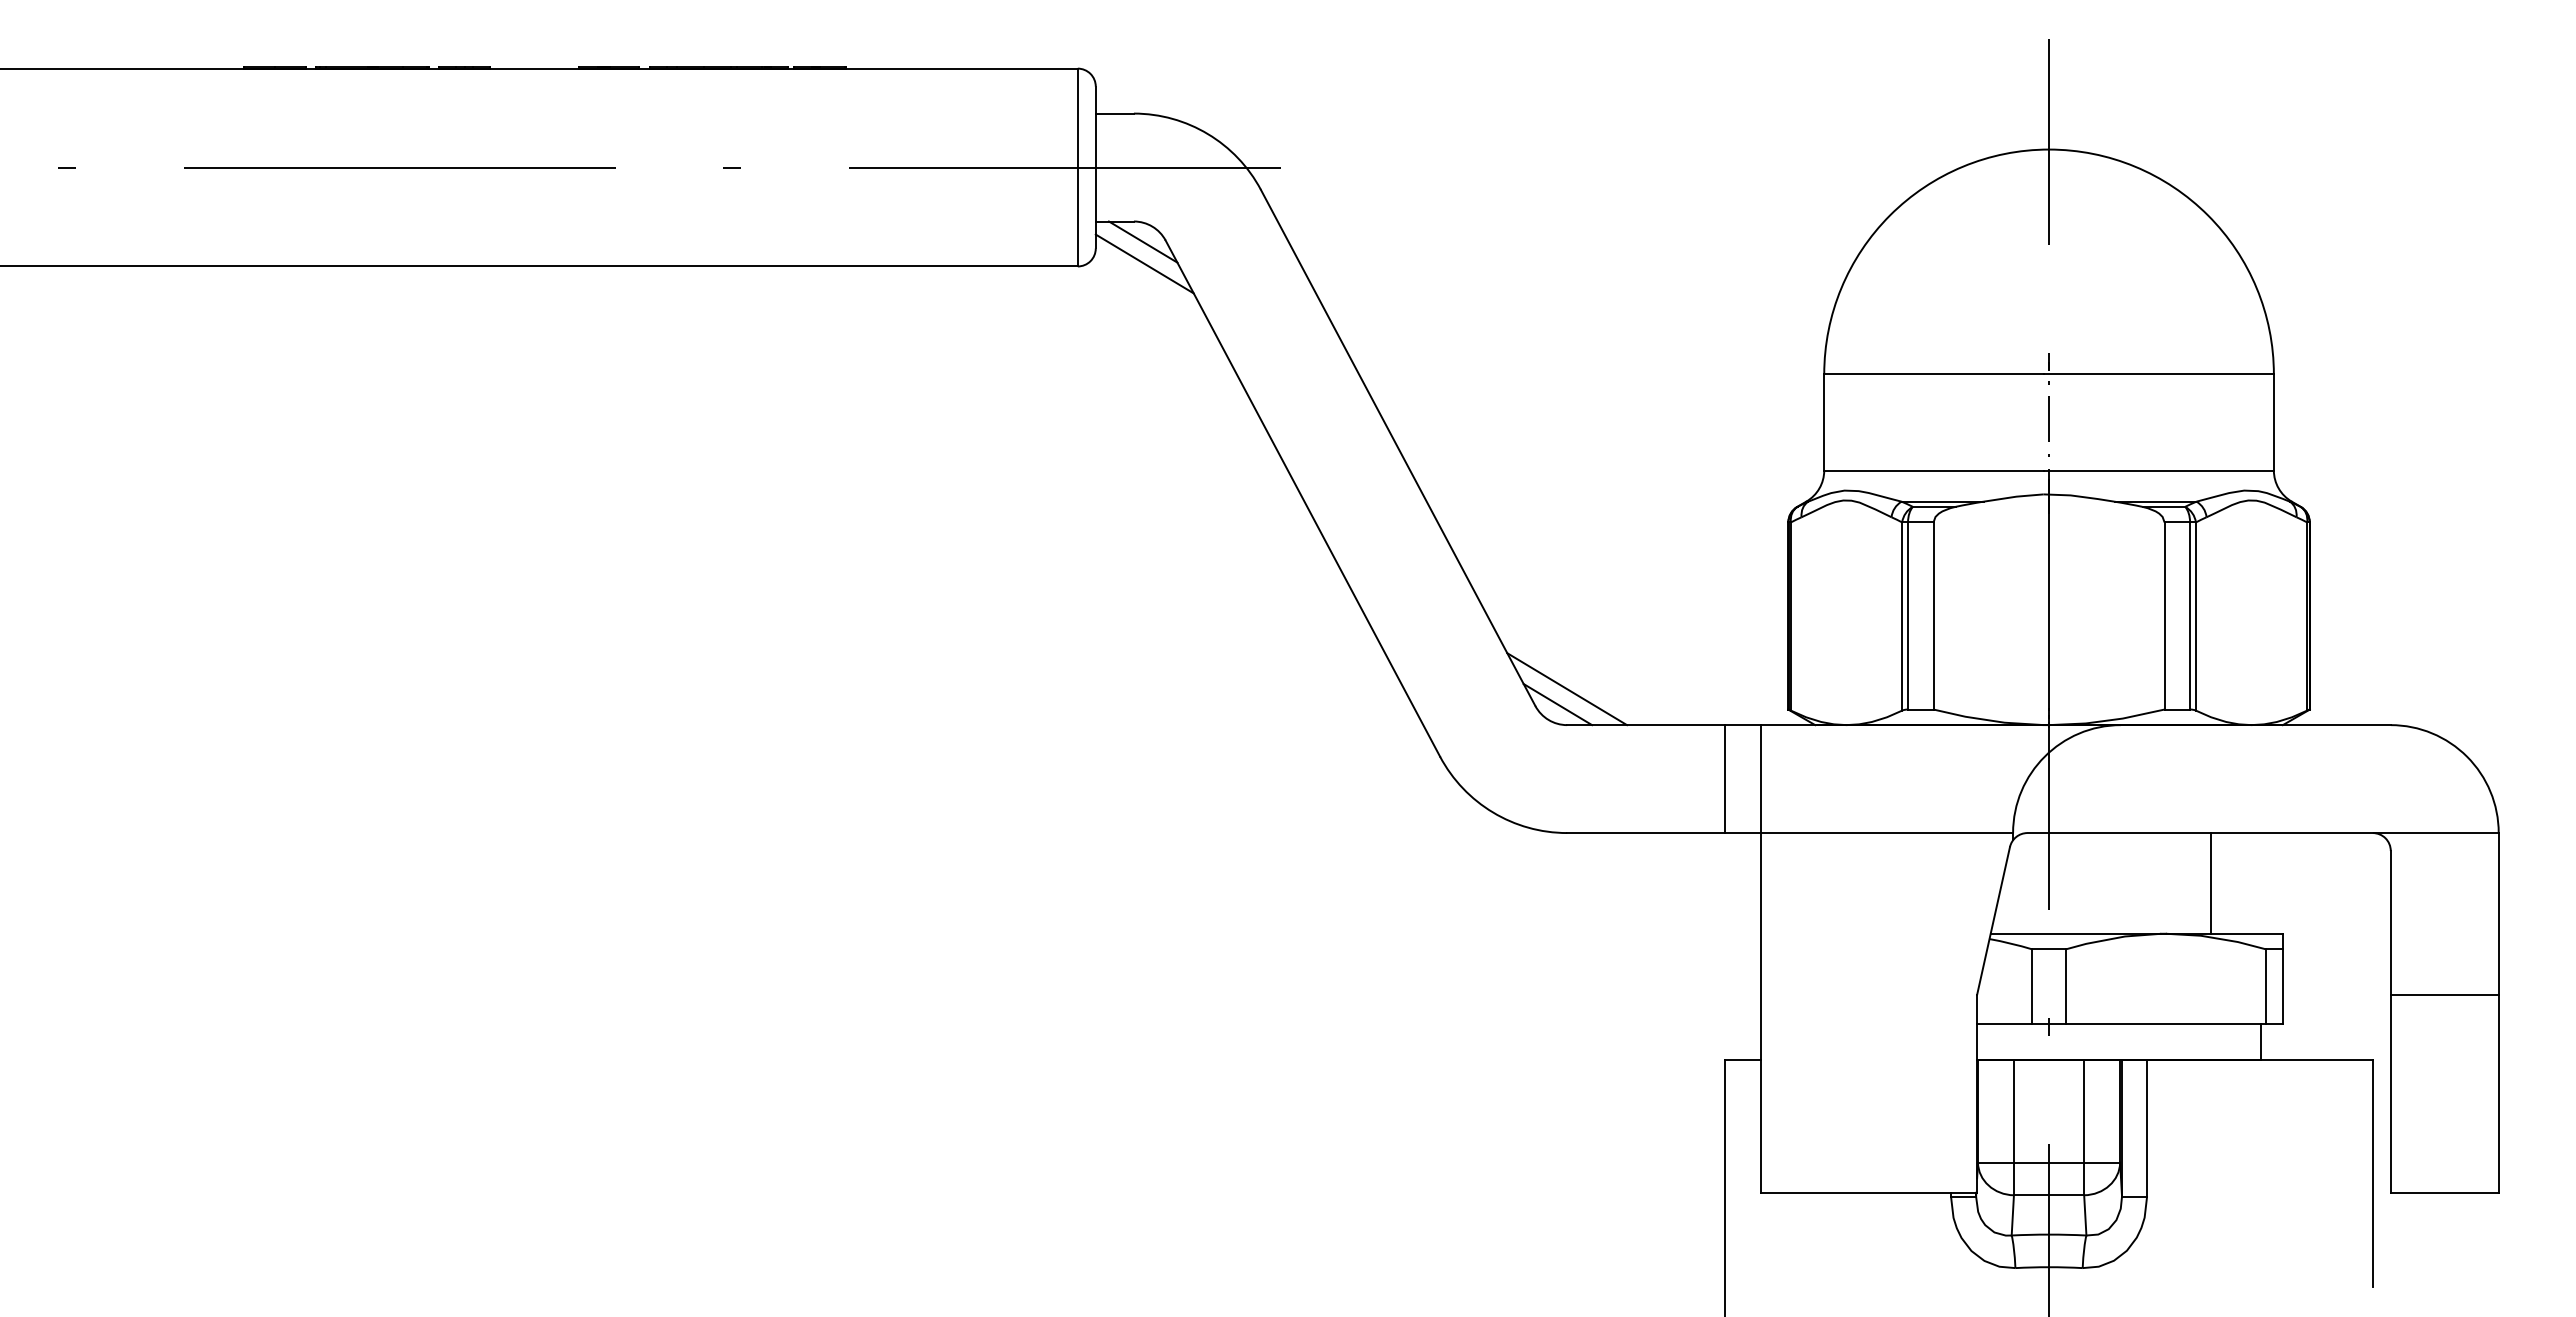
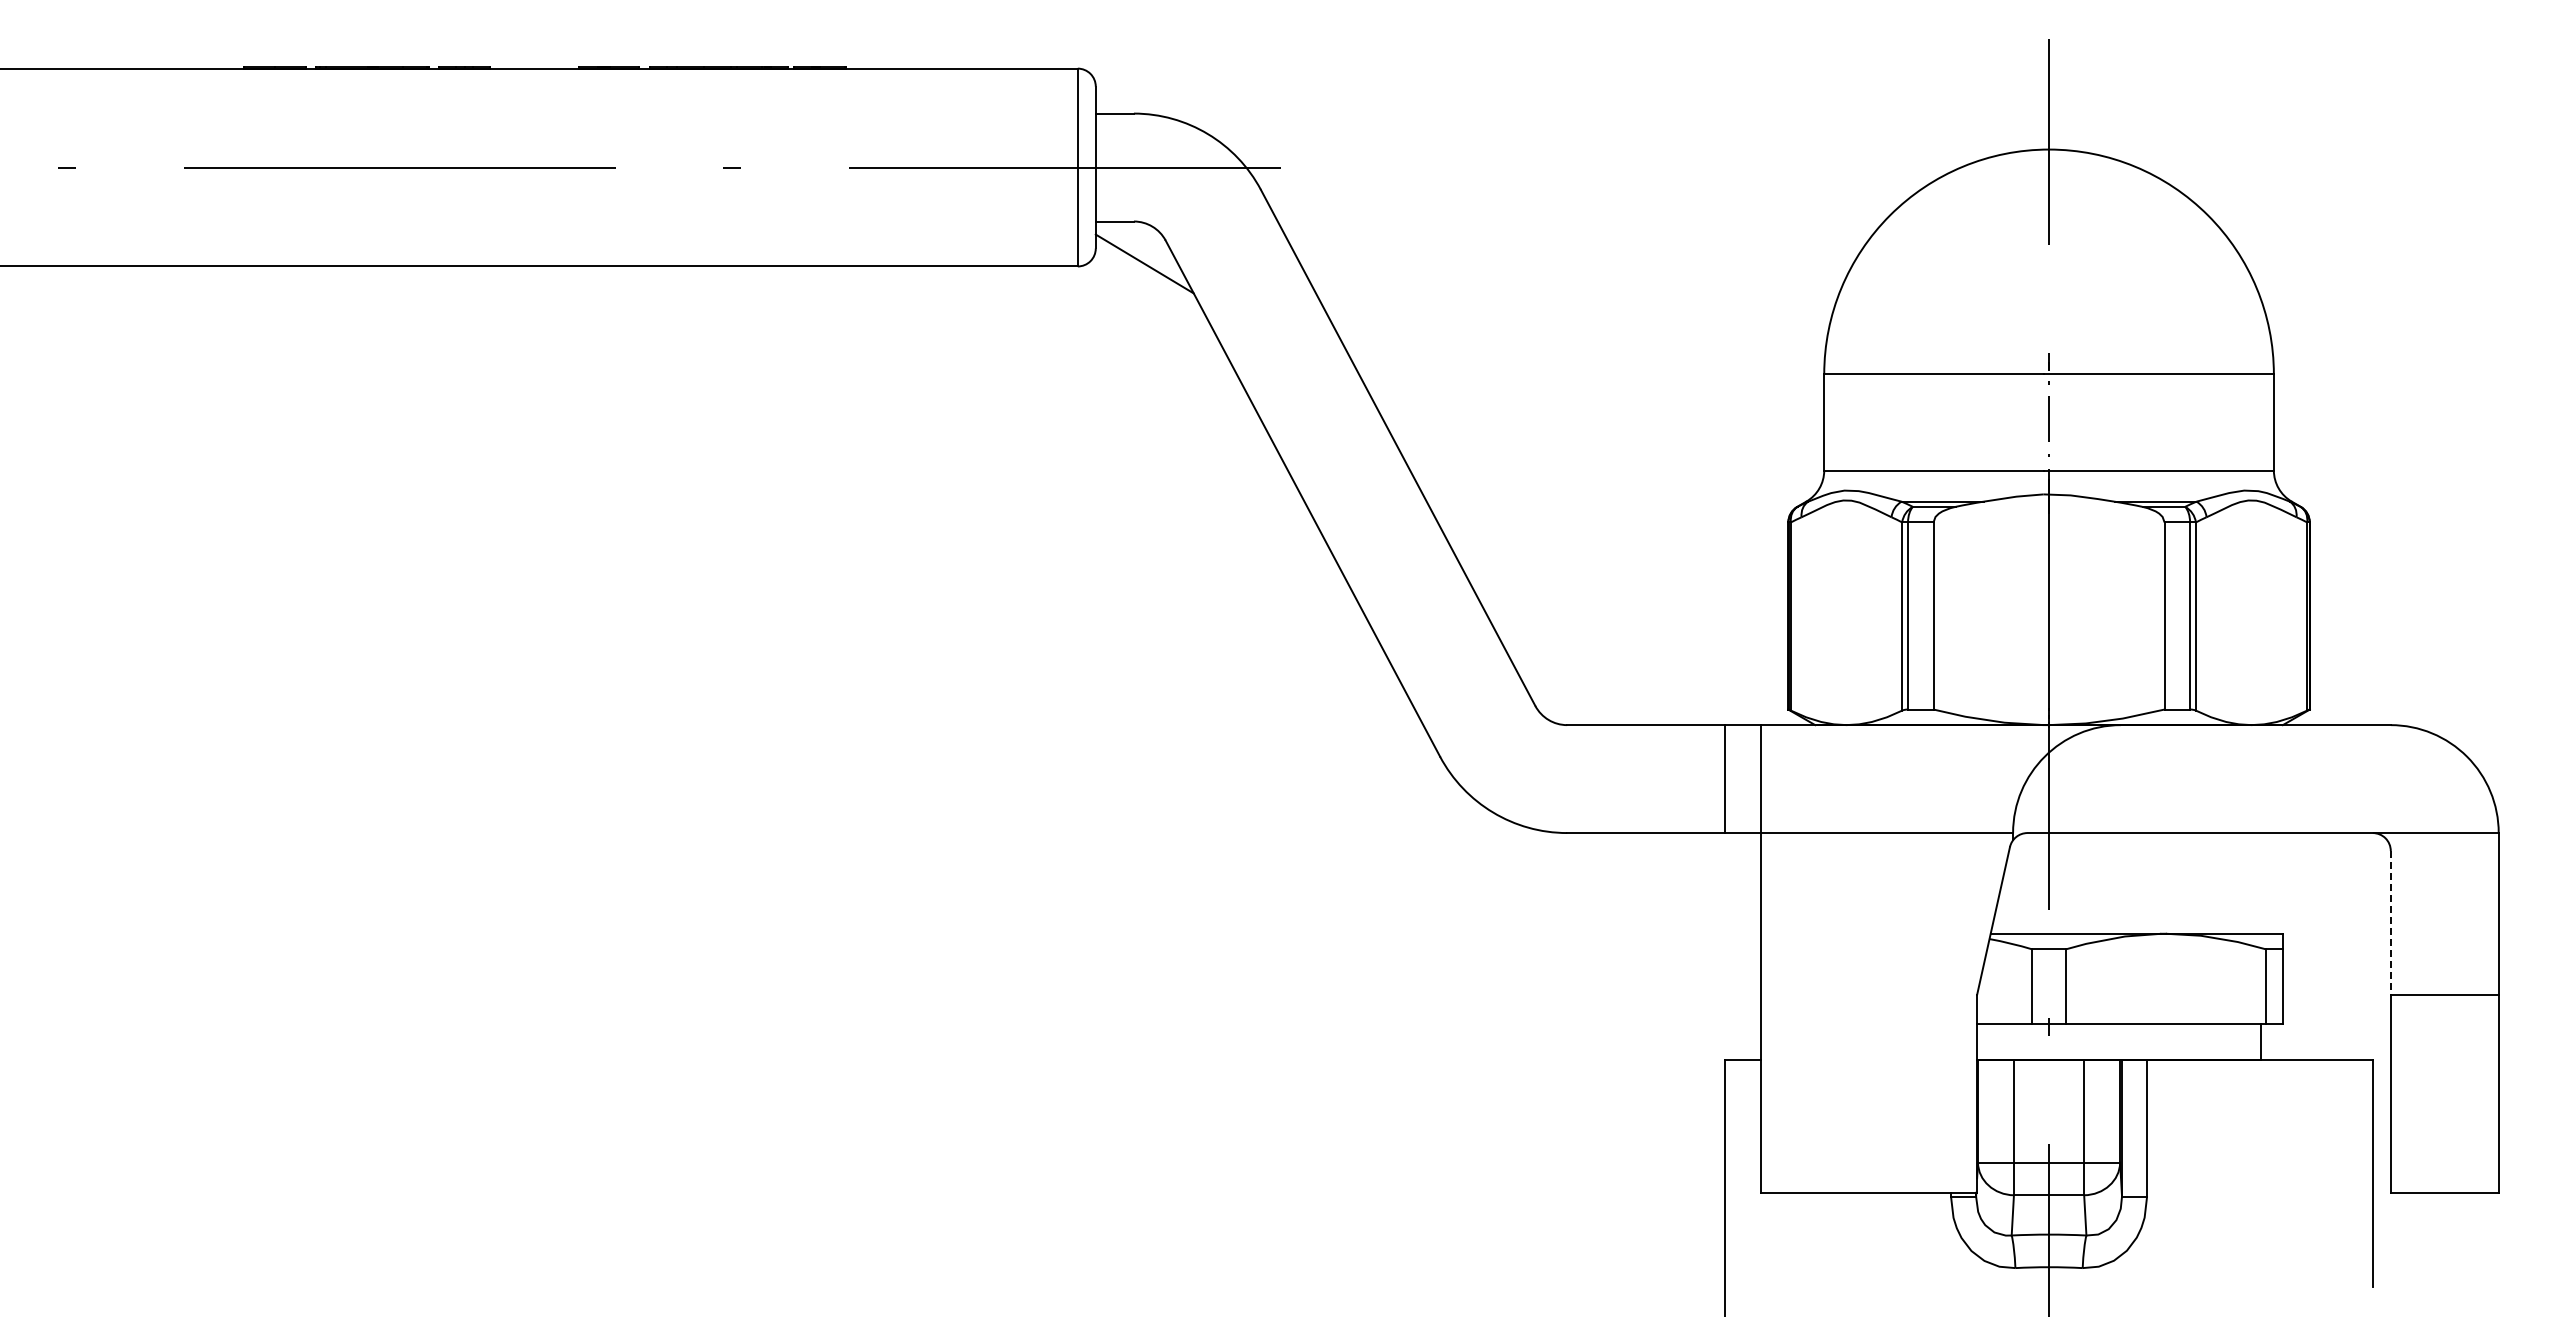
line at (1142, 241): present -> none
line at (1567, 689): present -> none
line at (1557, 704): present -> none
line at (2210, 883): present -> none
line at (2390, 922): solid -> dashed
